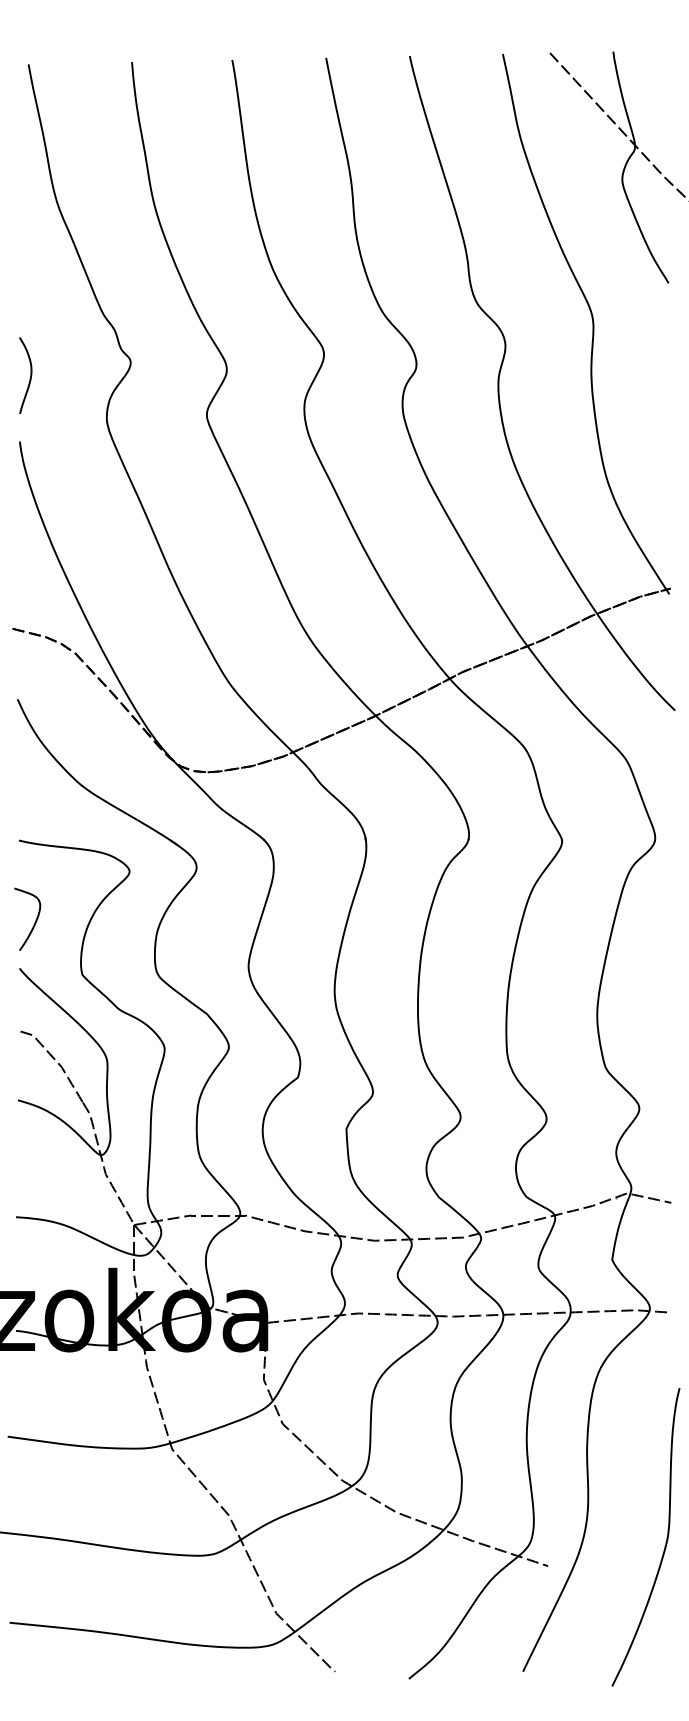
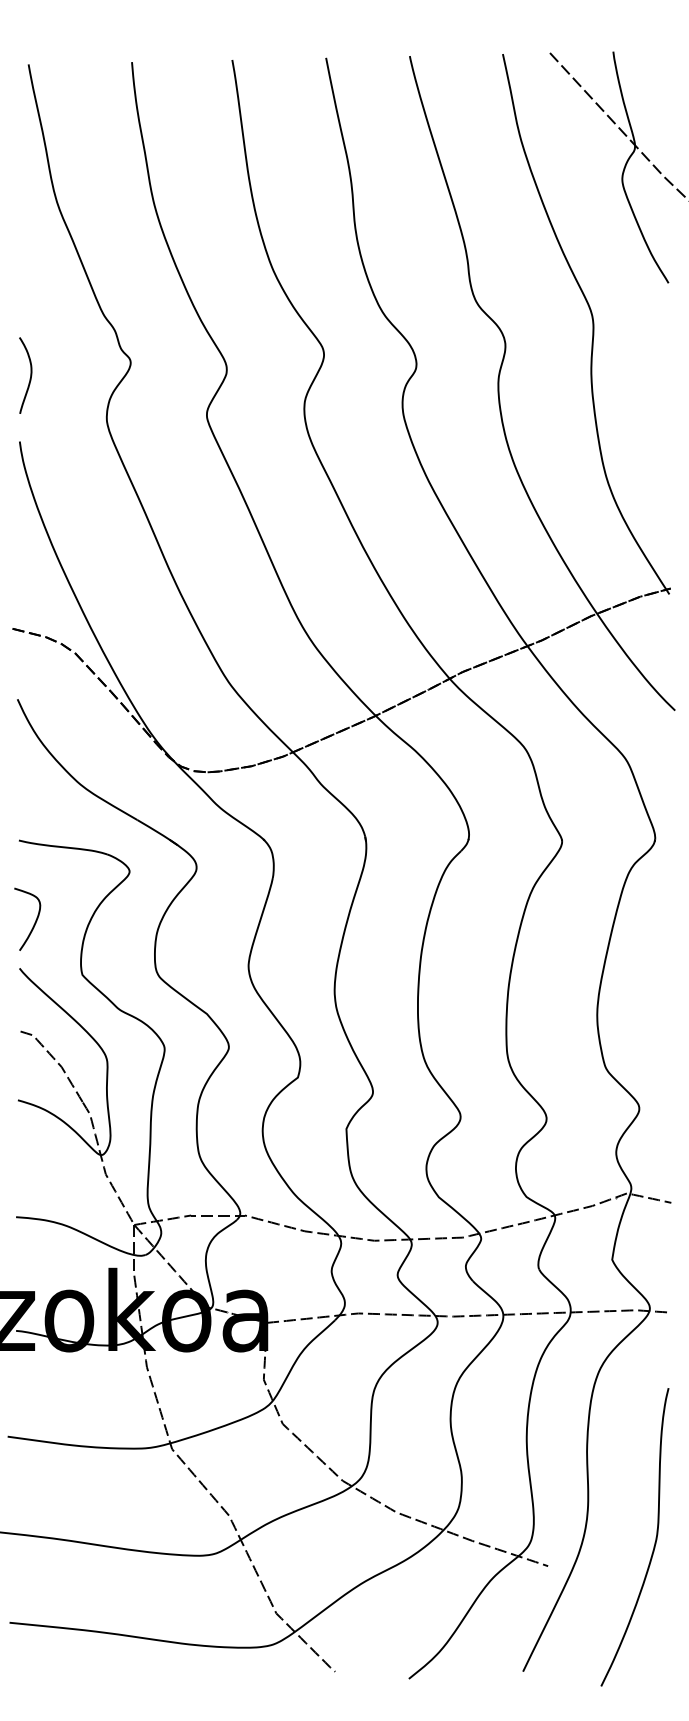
curve at (665, 1542) position: (665, 1542) -> (654, 1542)
